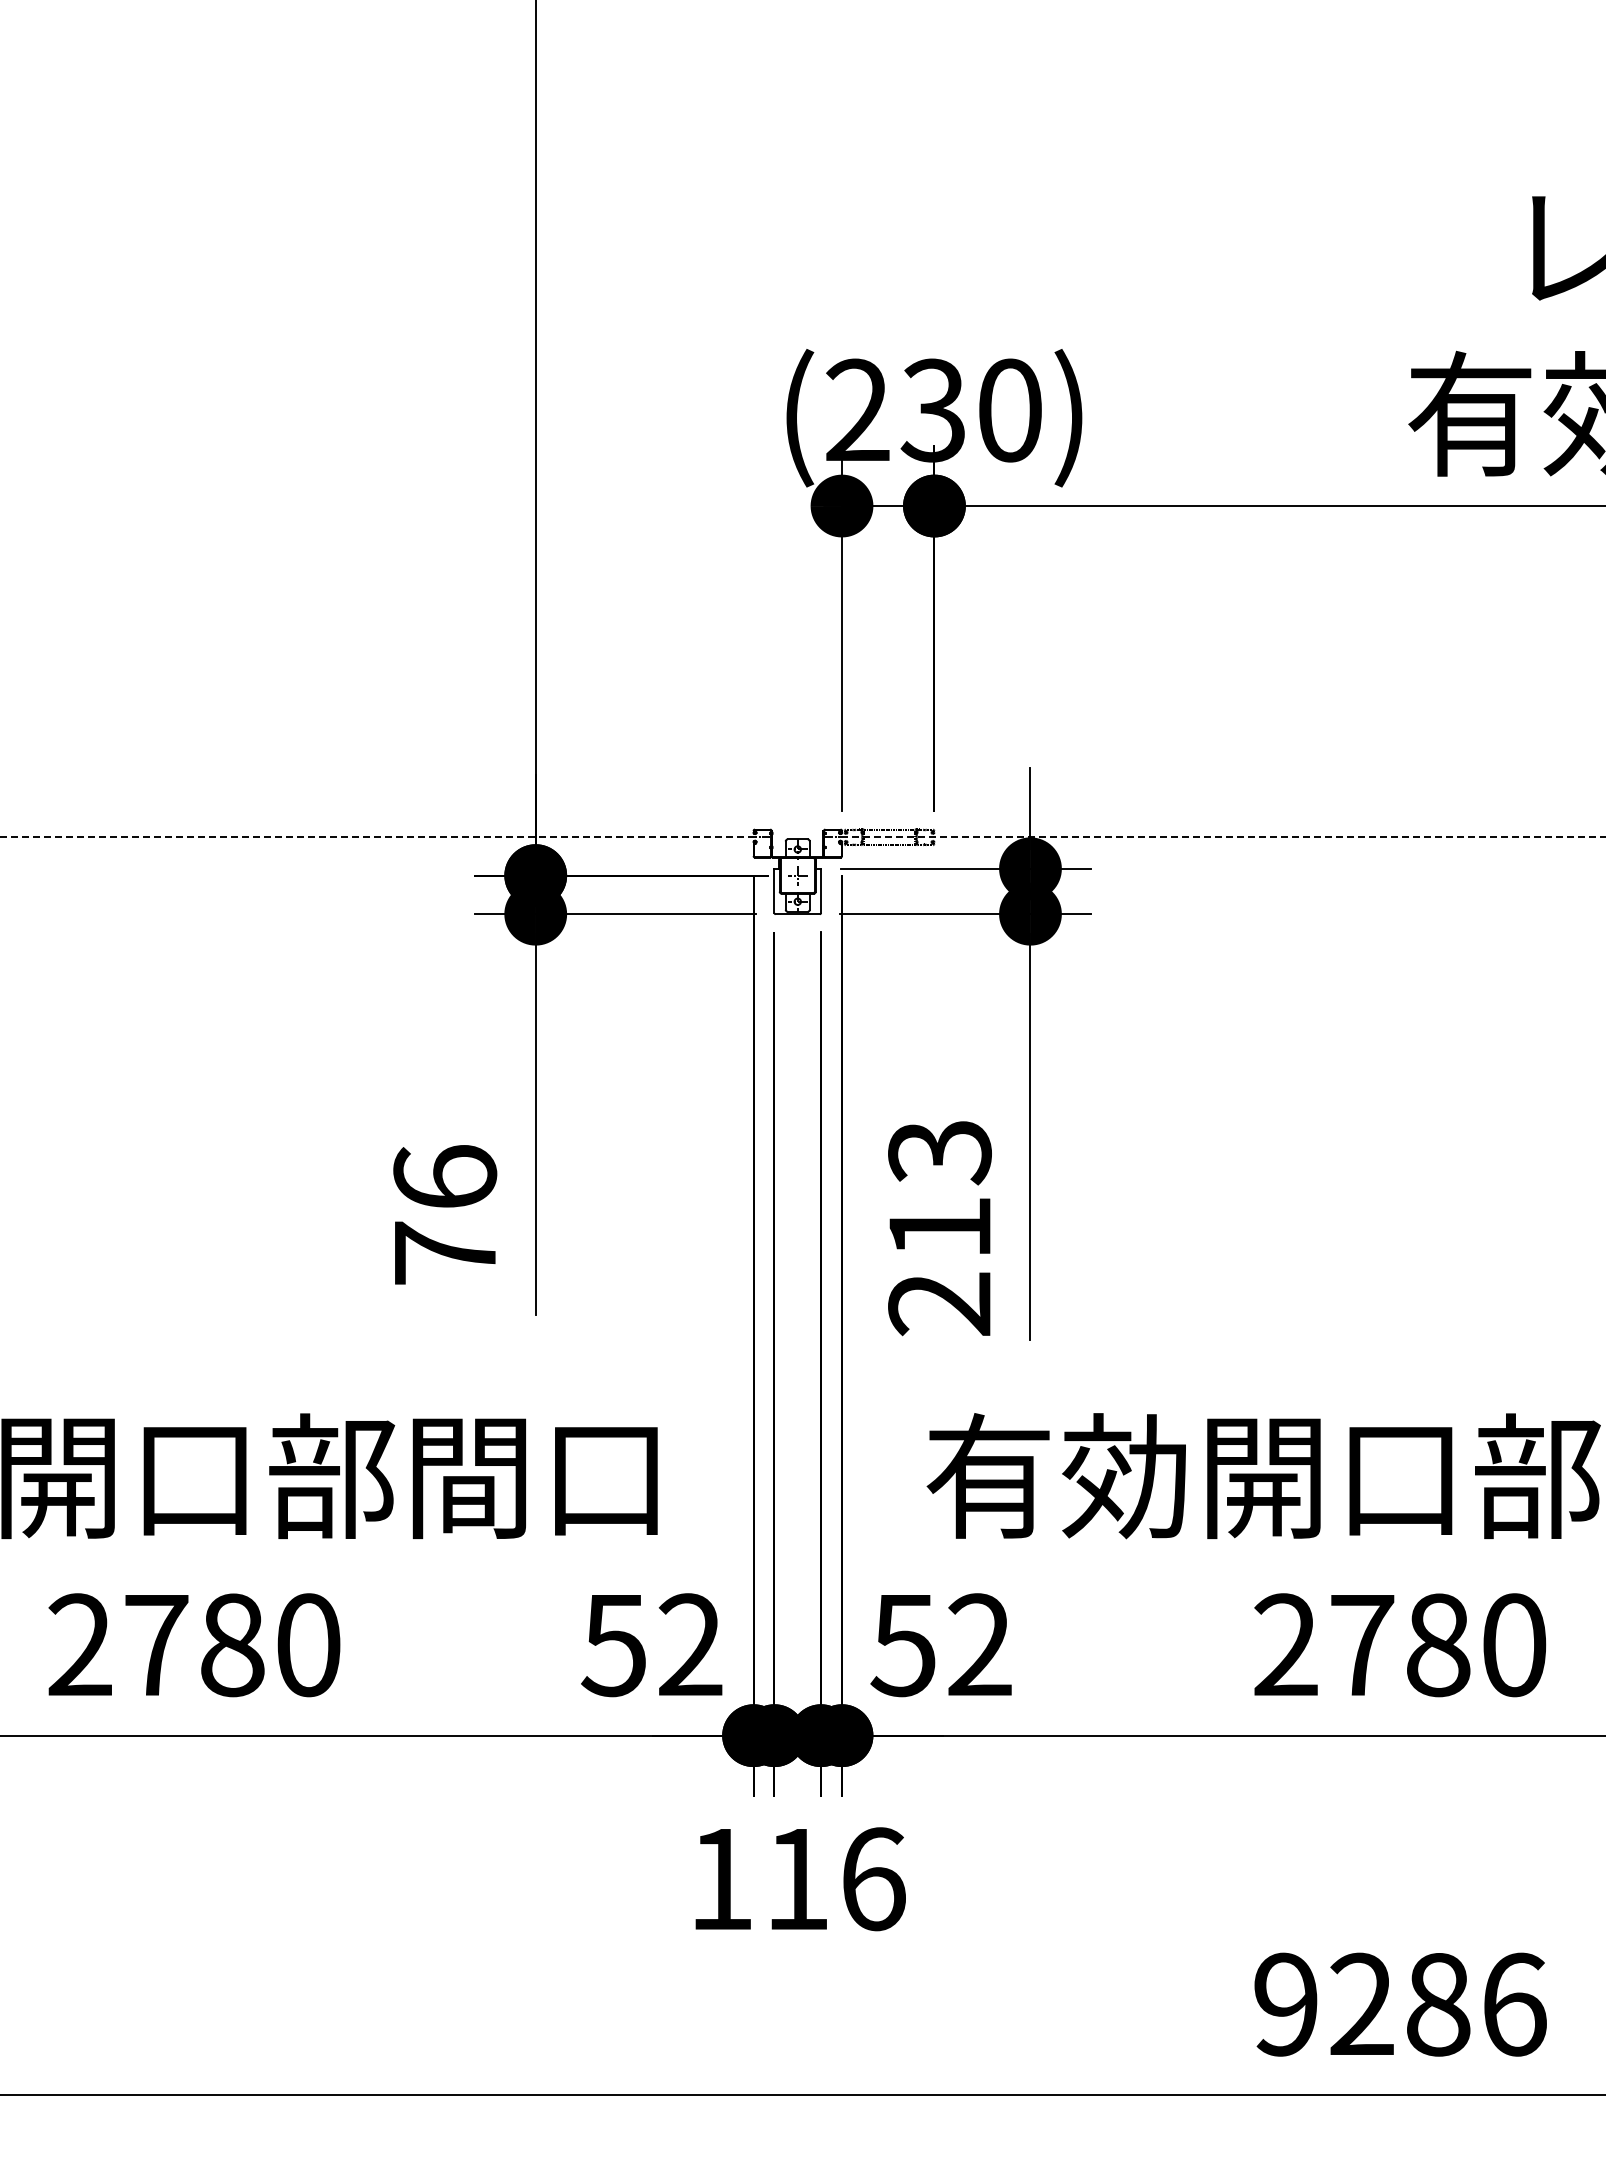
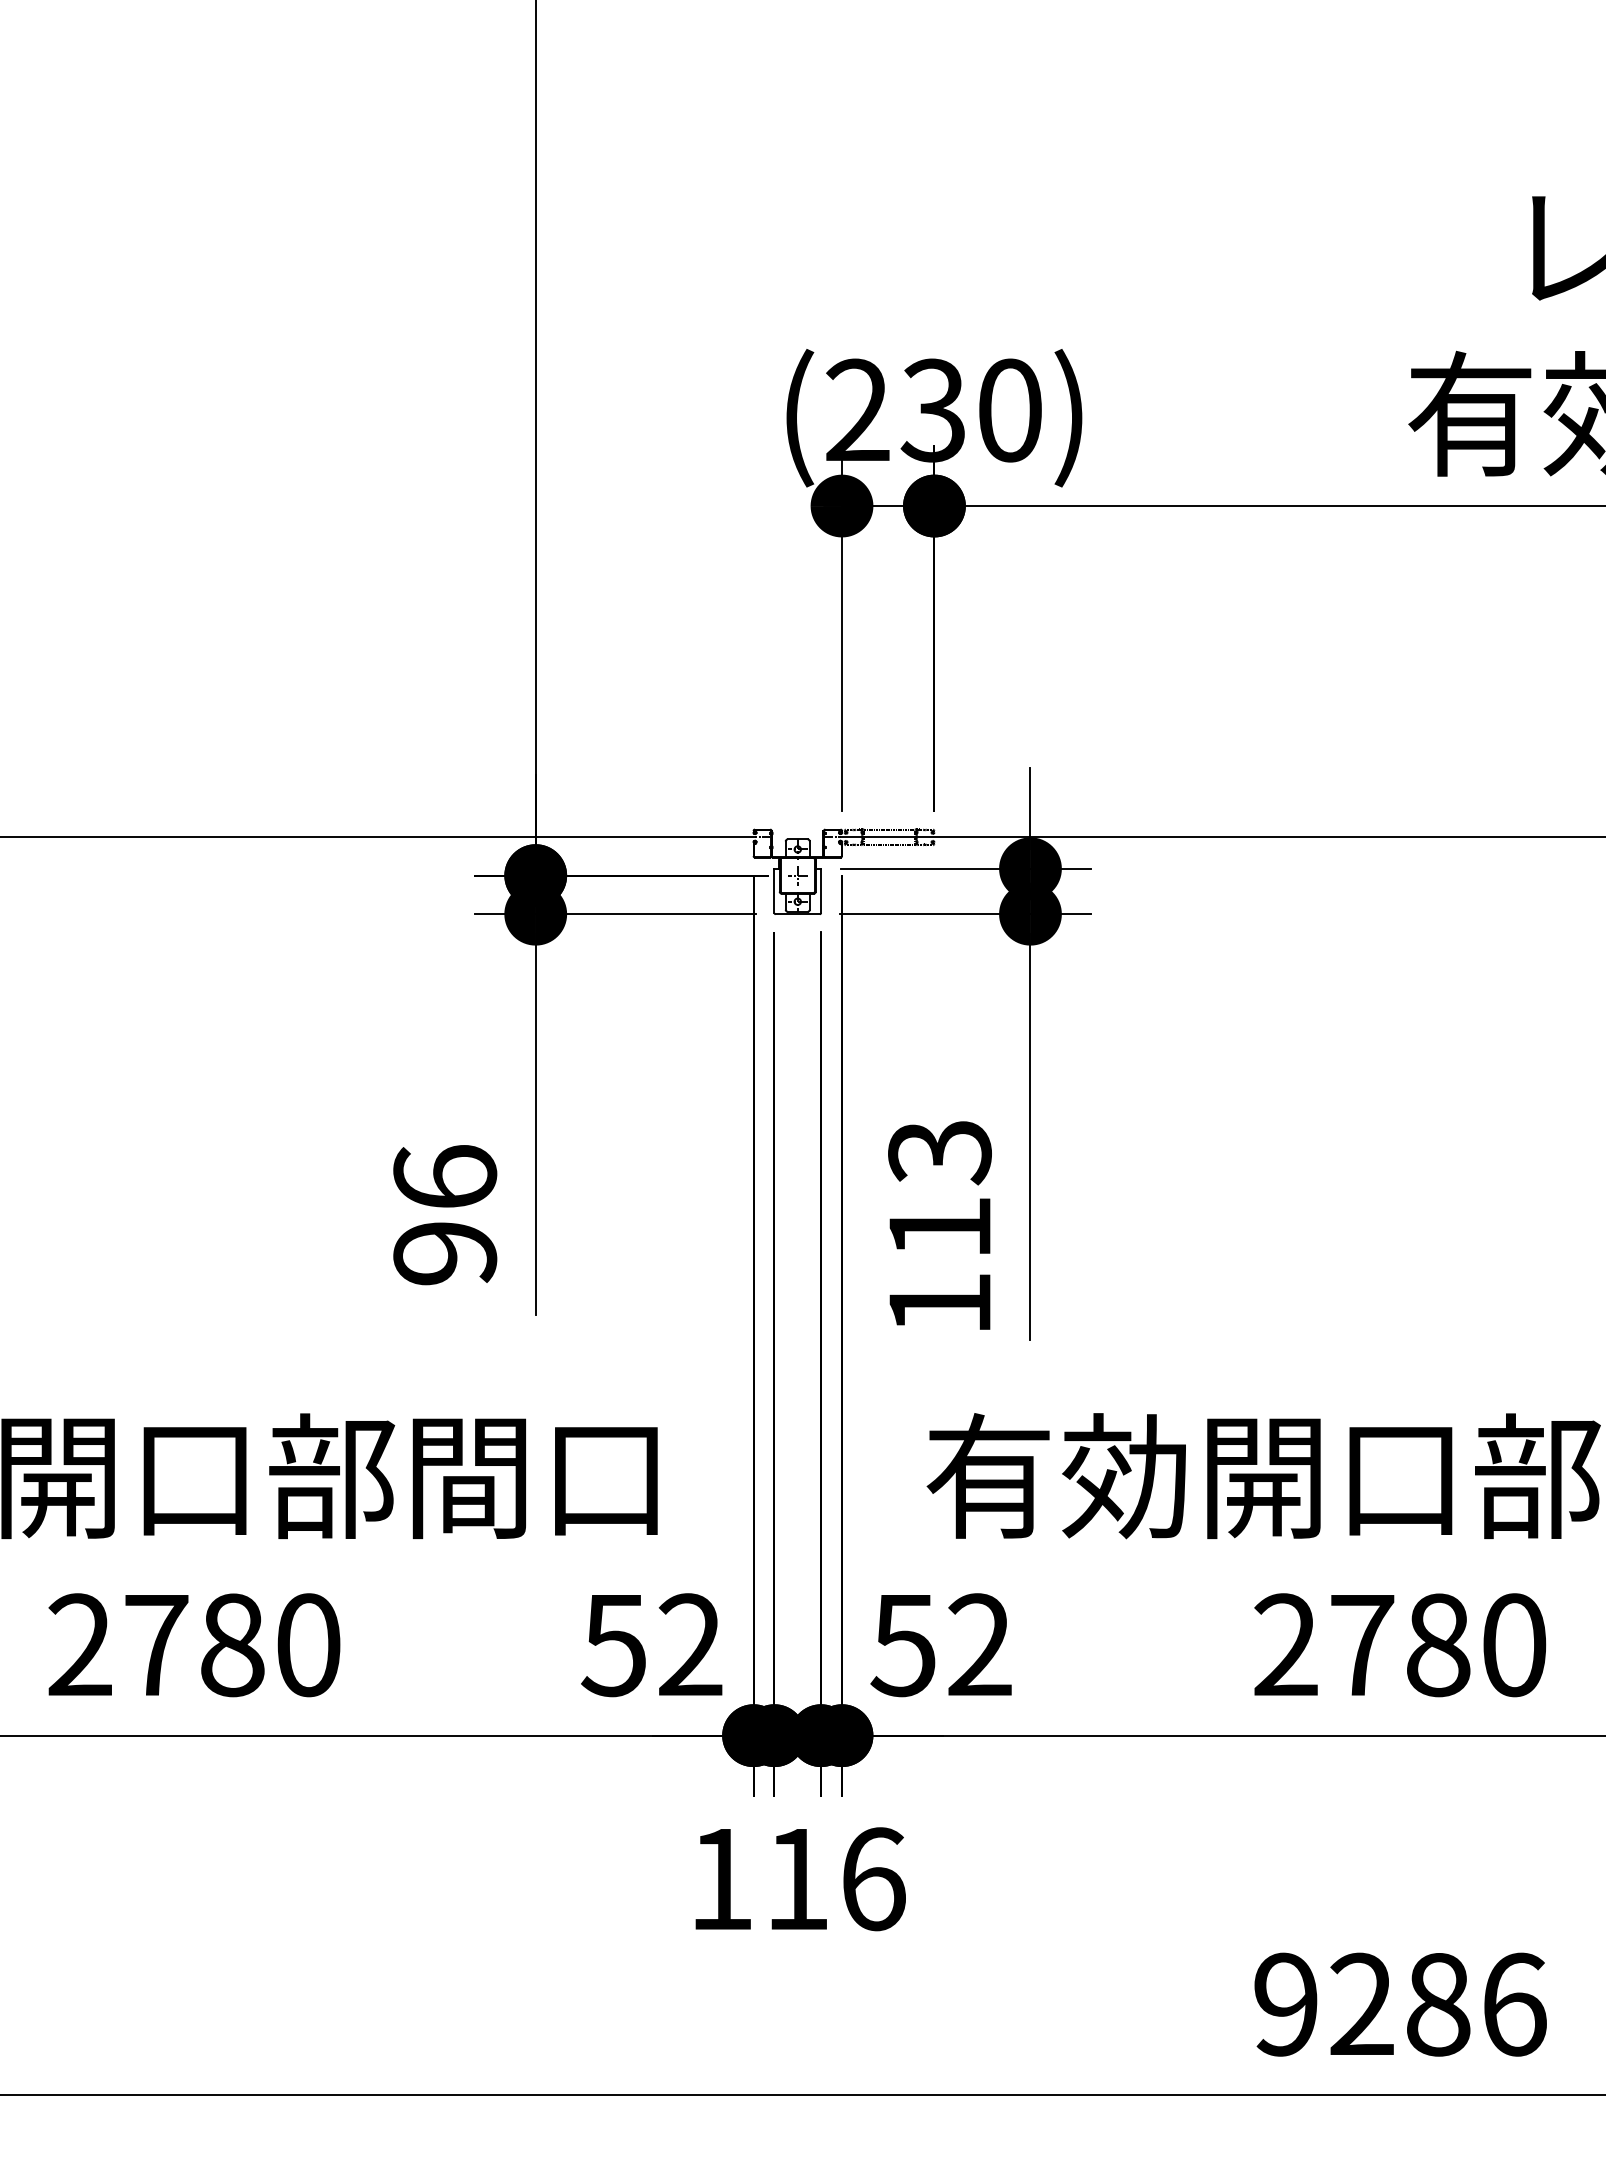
line at (377, 837): dashed -> solid
line at (1223, 837): dashed -> solid
text at (445, 1253): 76 -> 96
text at (939, 1304): 213 -> 113
